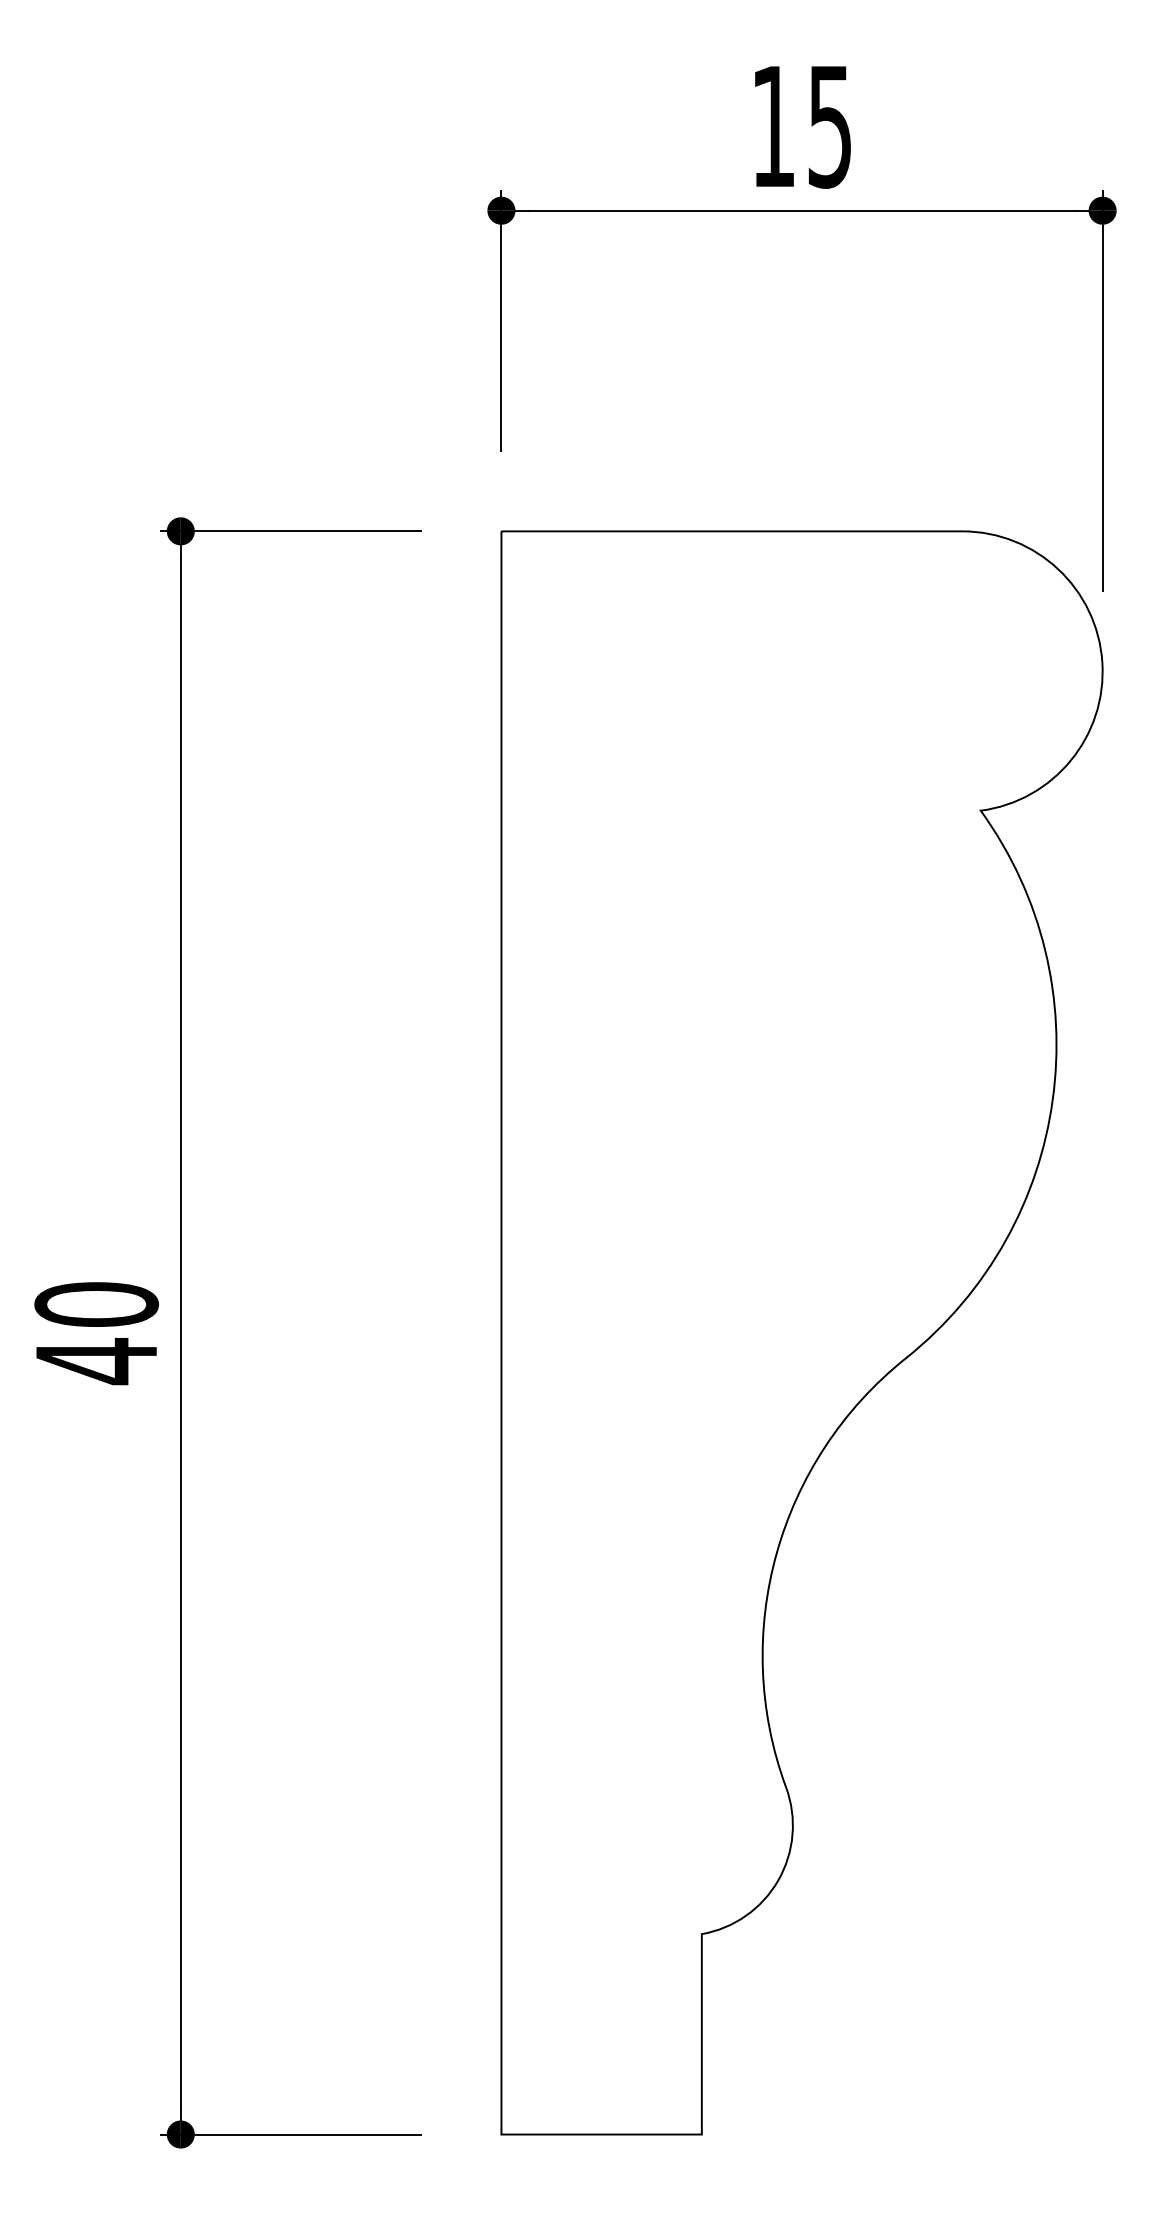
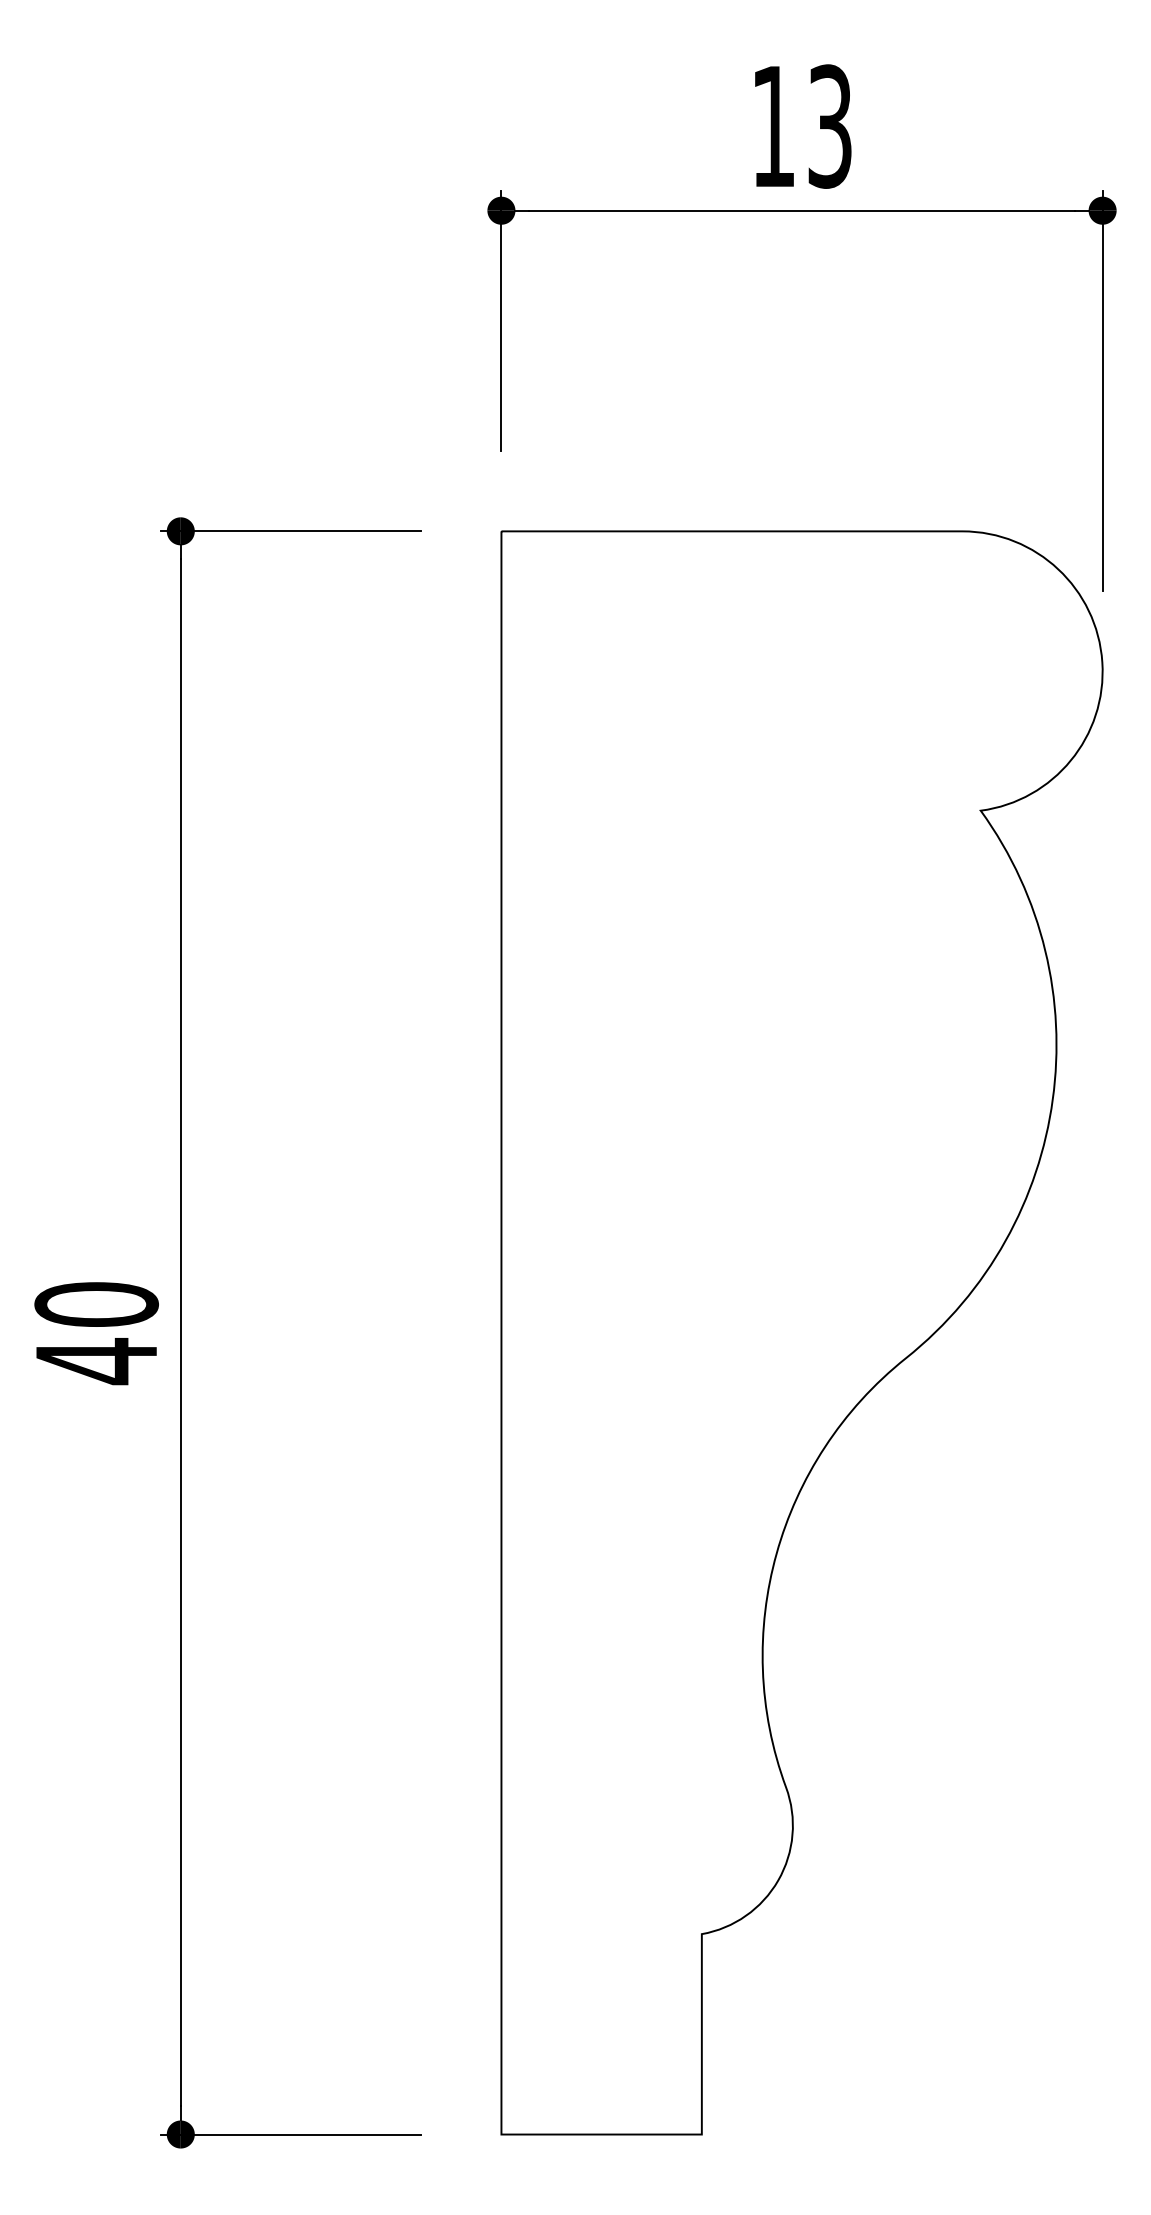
text at (830, 126): 15 -> 13
